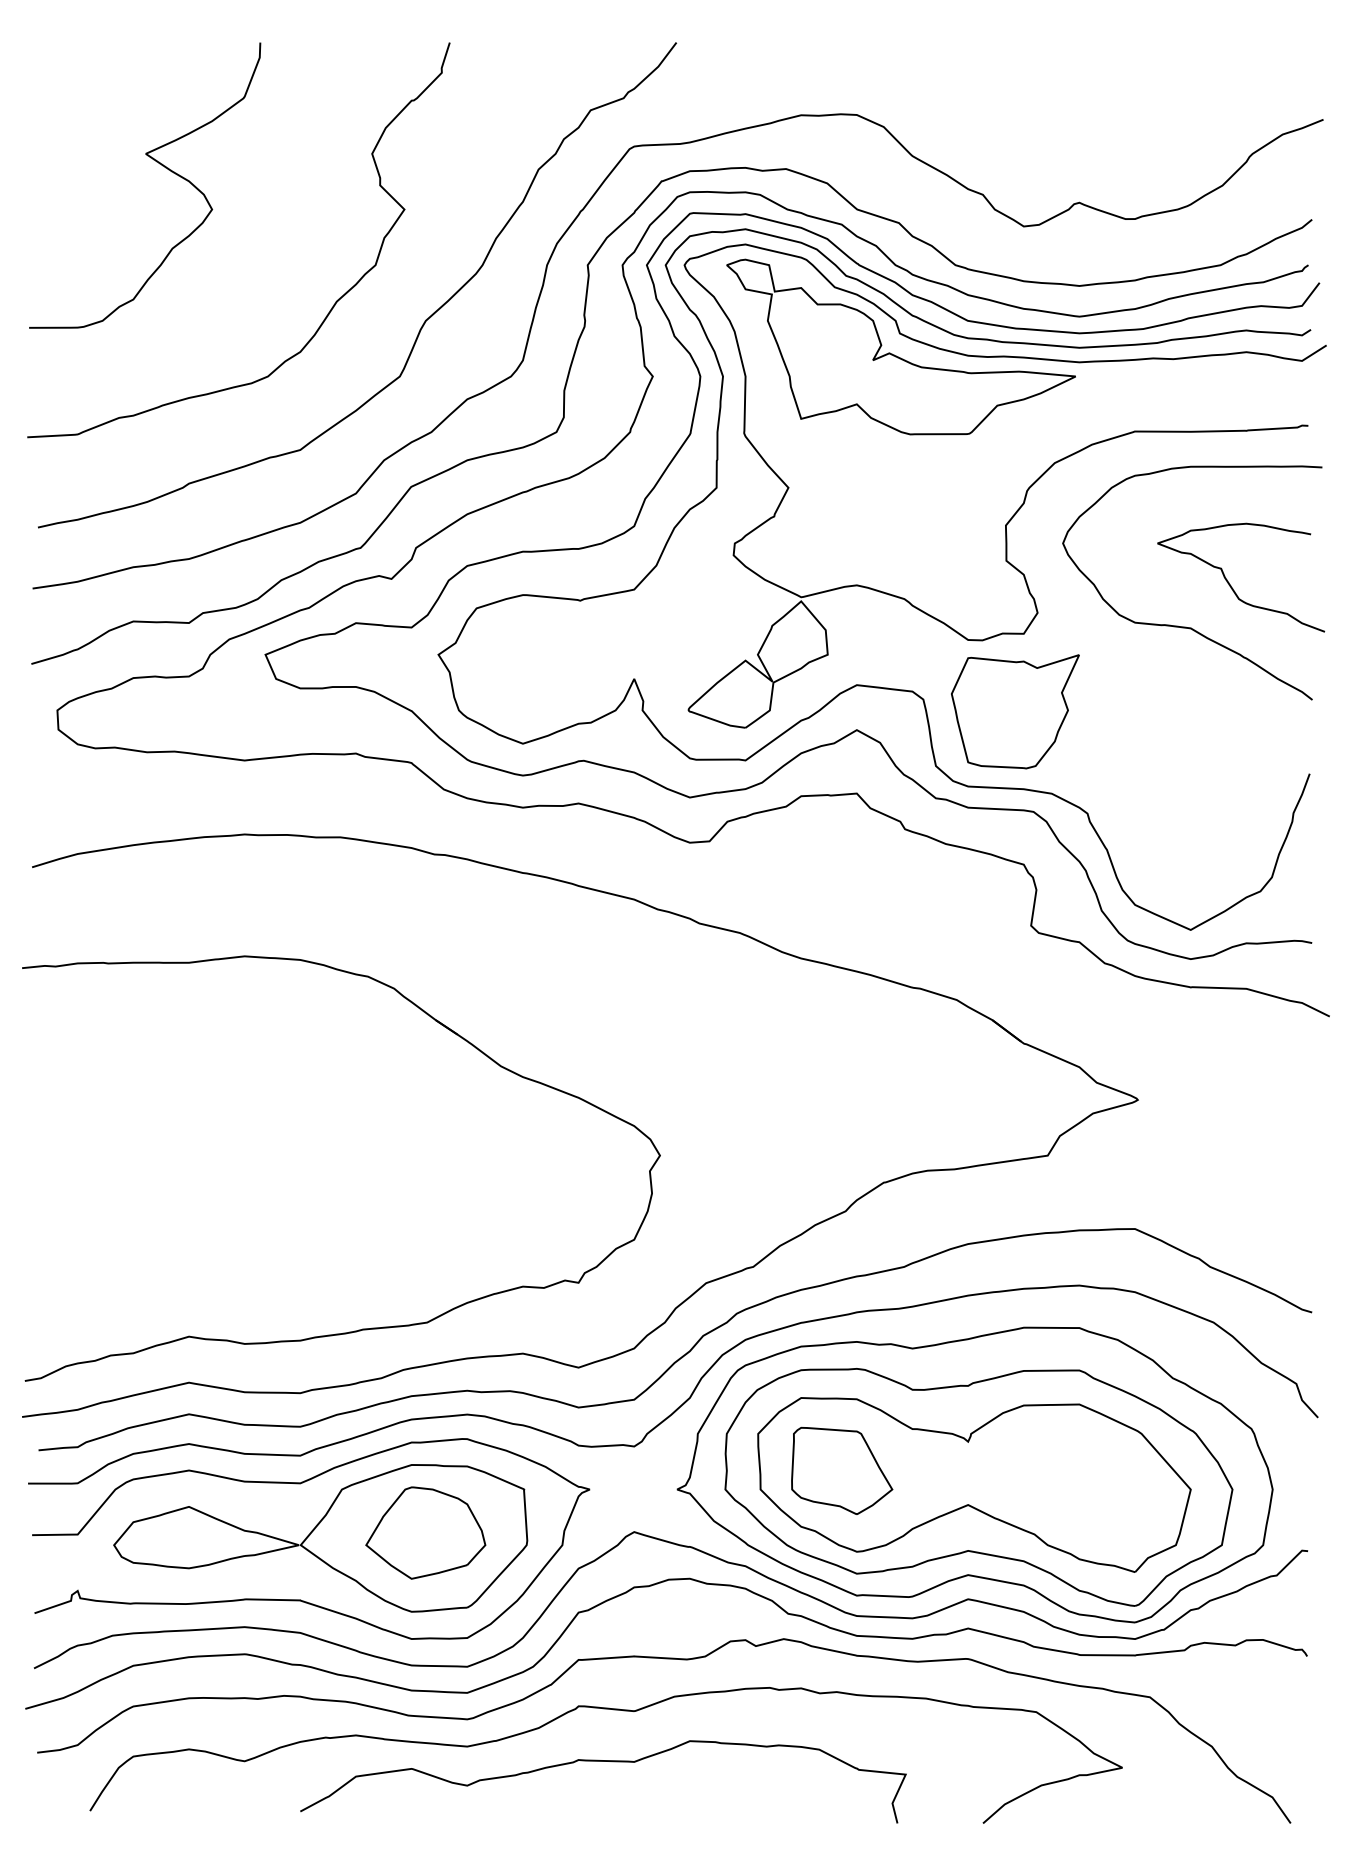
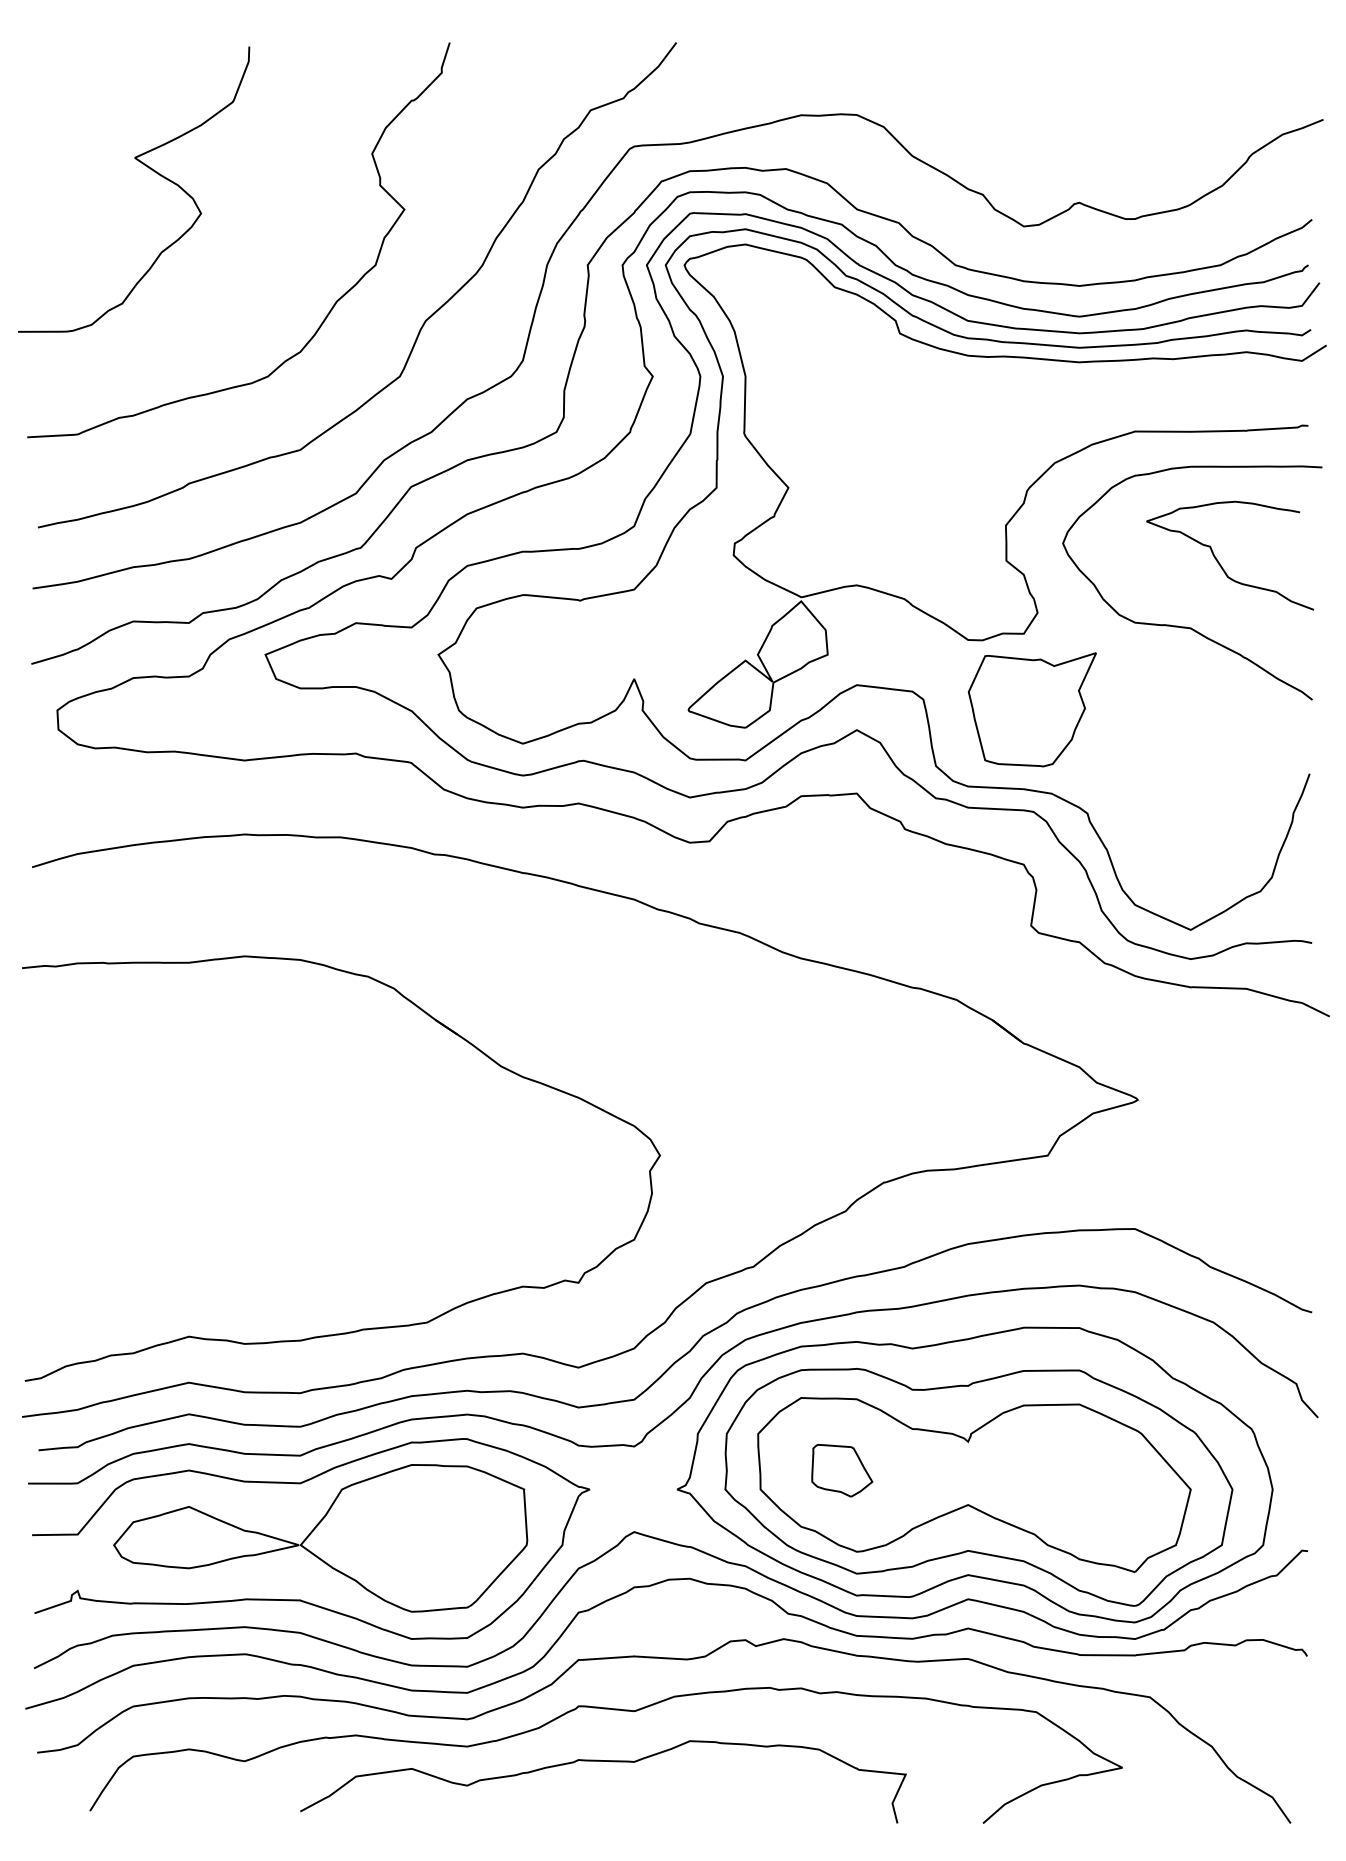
curve at (159, 164) position: (159, 164) -> (148, 168)
part at (896, 355): present -> none
curve at (1231, 585) position: (1231, 585) -> (1220, 563)
part at (1015, 711) position: (1015, 711) -> (1032, 709)
part at (842, 1470) size: 103x89 px -> 63x54 px
part at (425, 1532): present -> none
